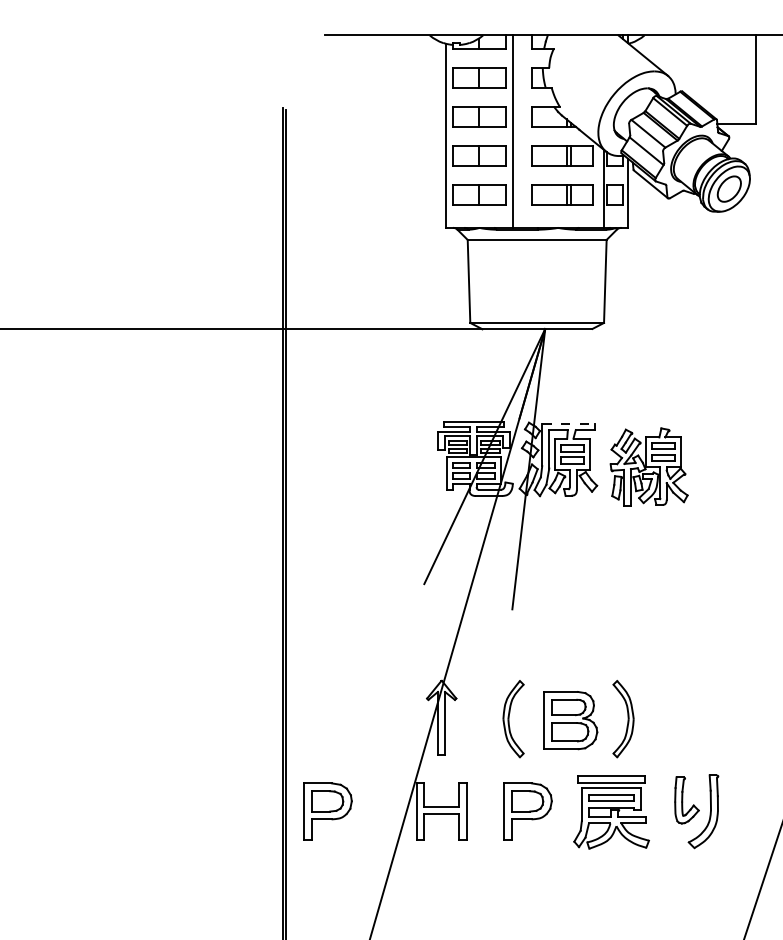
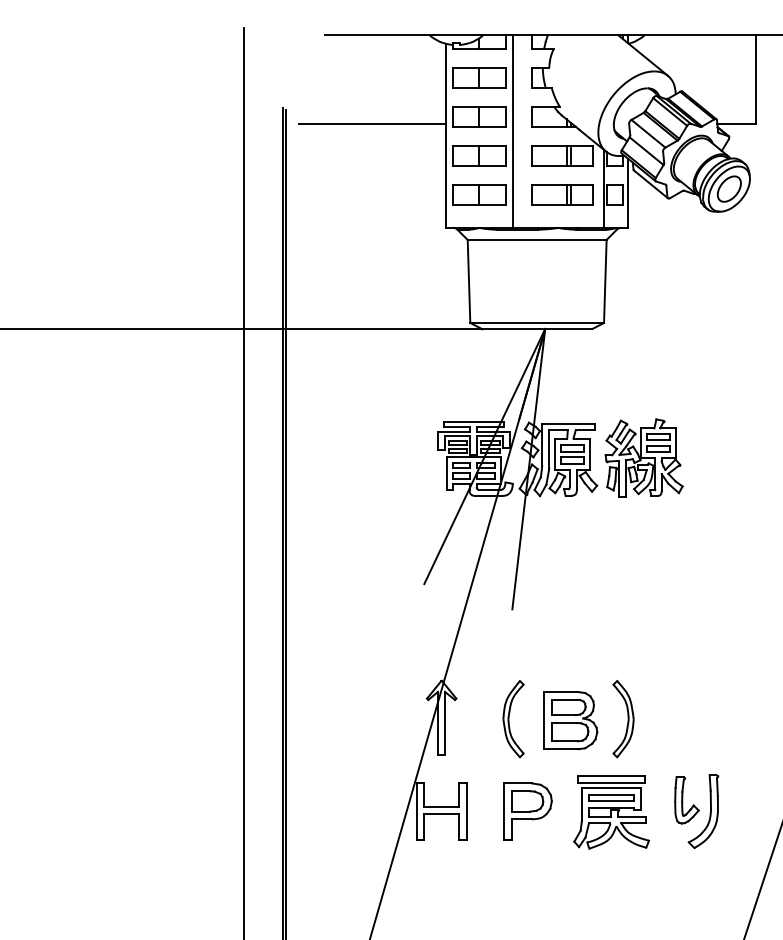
line at (372, 123): none -> present
line at (569, 423): dashed -> solid
part at (648, 466) position: (648, 466) -> (643, 457)
line at (243, 482): none -> present
part at (327, 811): present -> none
